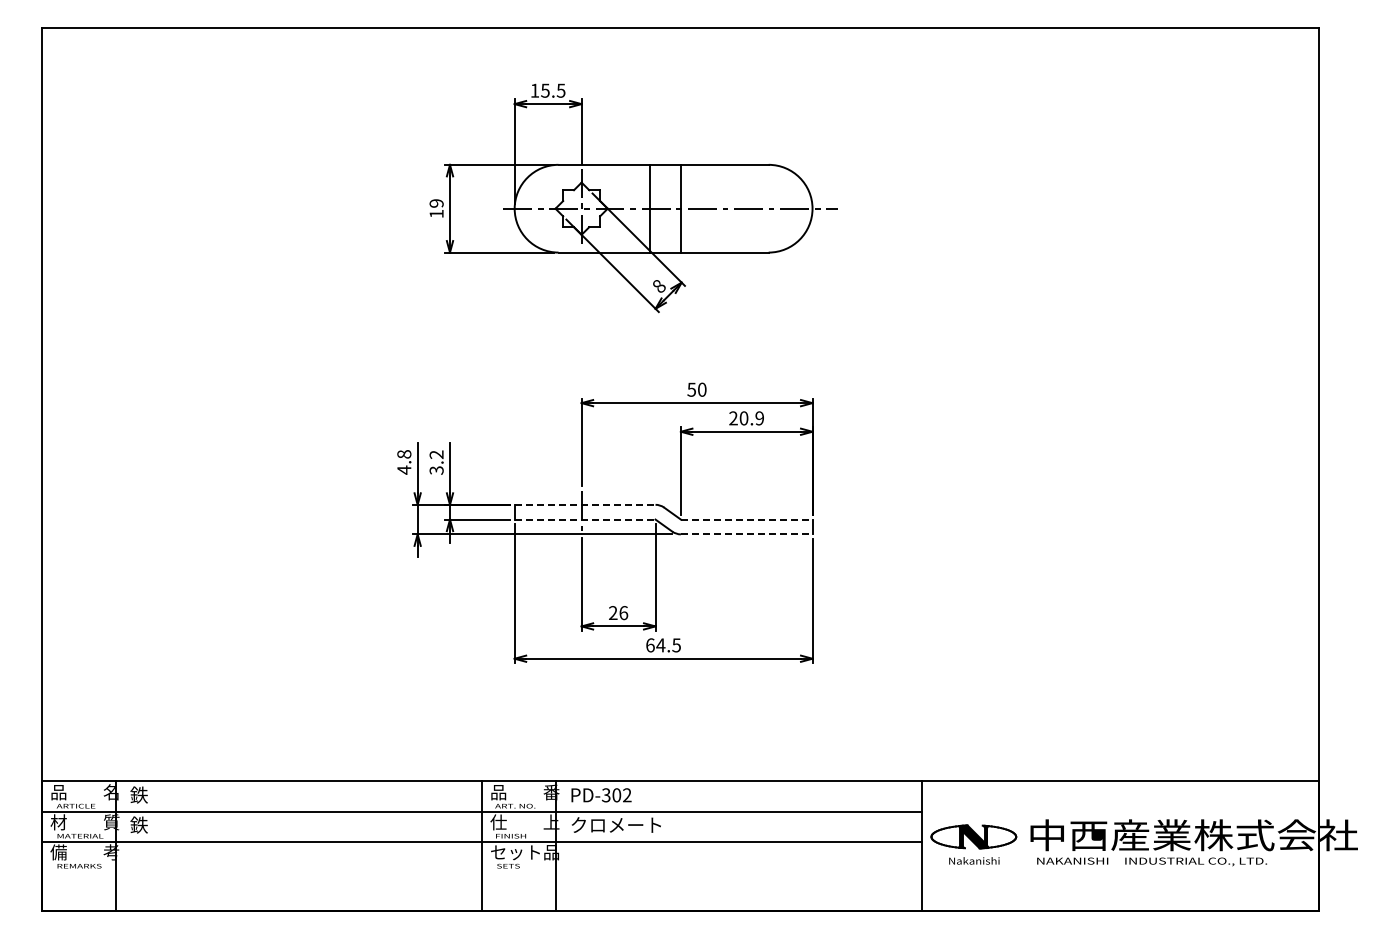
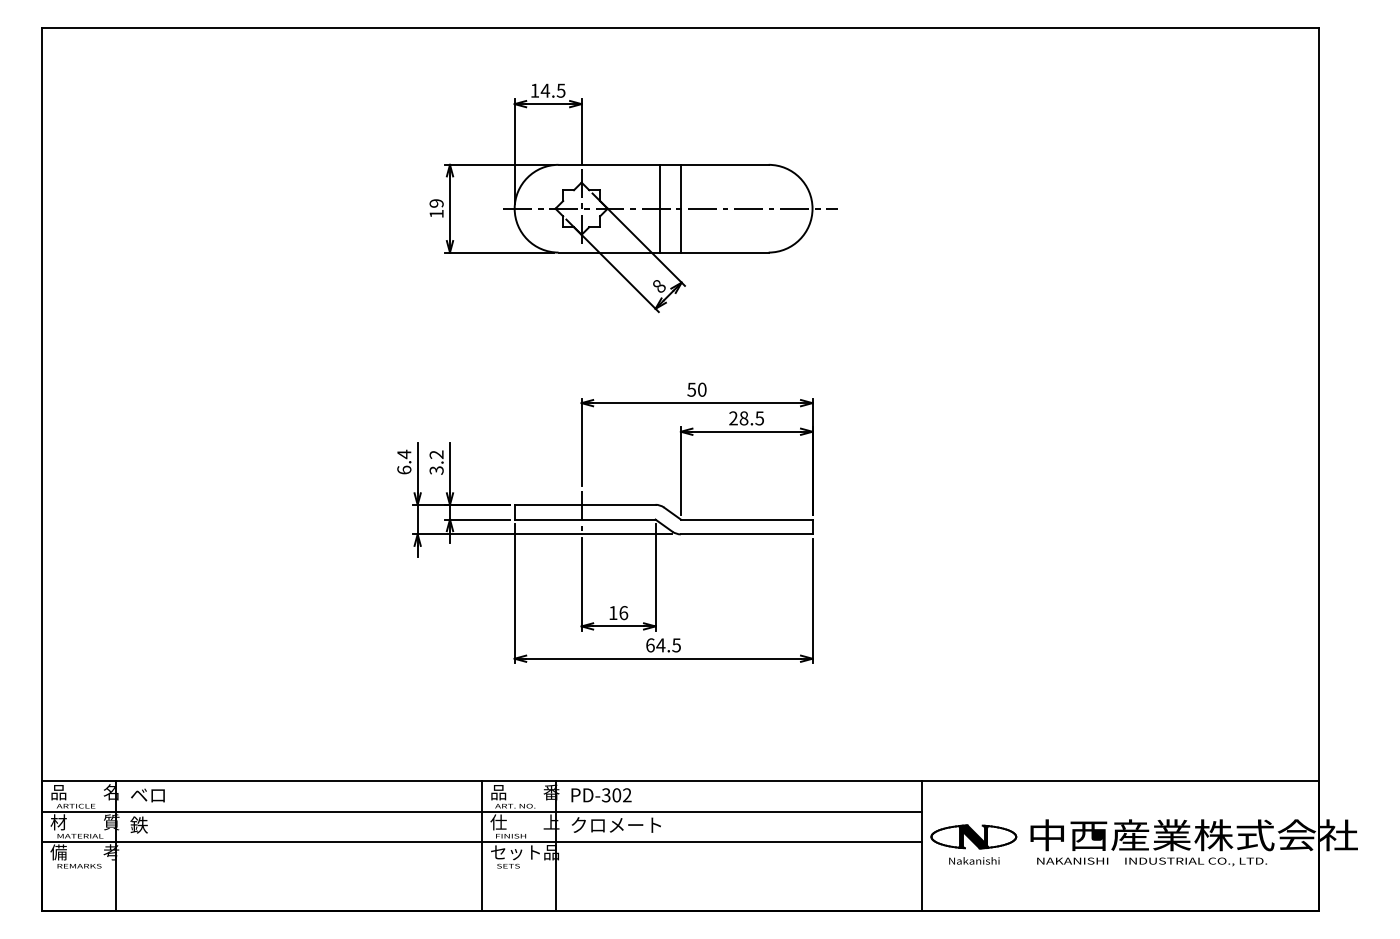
text at (545, 90): 15.5 -> 14.5
line at (650, 208) position: (650, 208) -> (660, 208)
text at (751, 418): 20.9 -> 28.5
text at (404, 461): 4.8 -> 6.4
line at (585, 504): dashed -> solid
line at (585, 519): dashed -> solid
line at (746, 519): dashed -> solid
line at (746, 534): dashed -> solid
text at (613, 612): 26 -> 16
text at (147, 794): 鉄 -> ベロ
